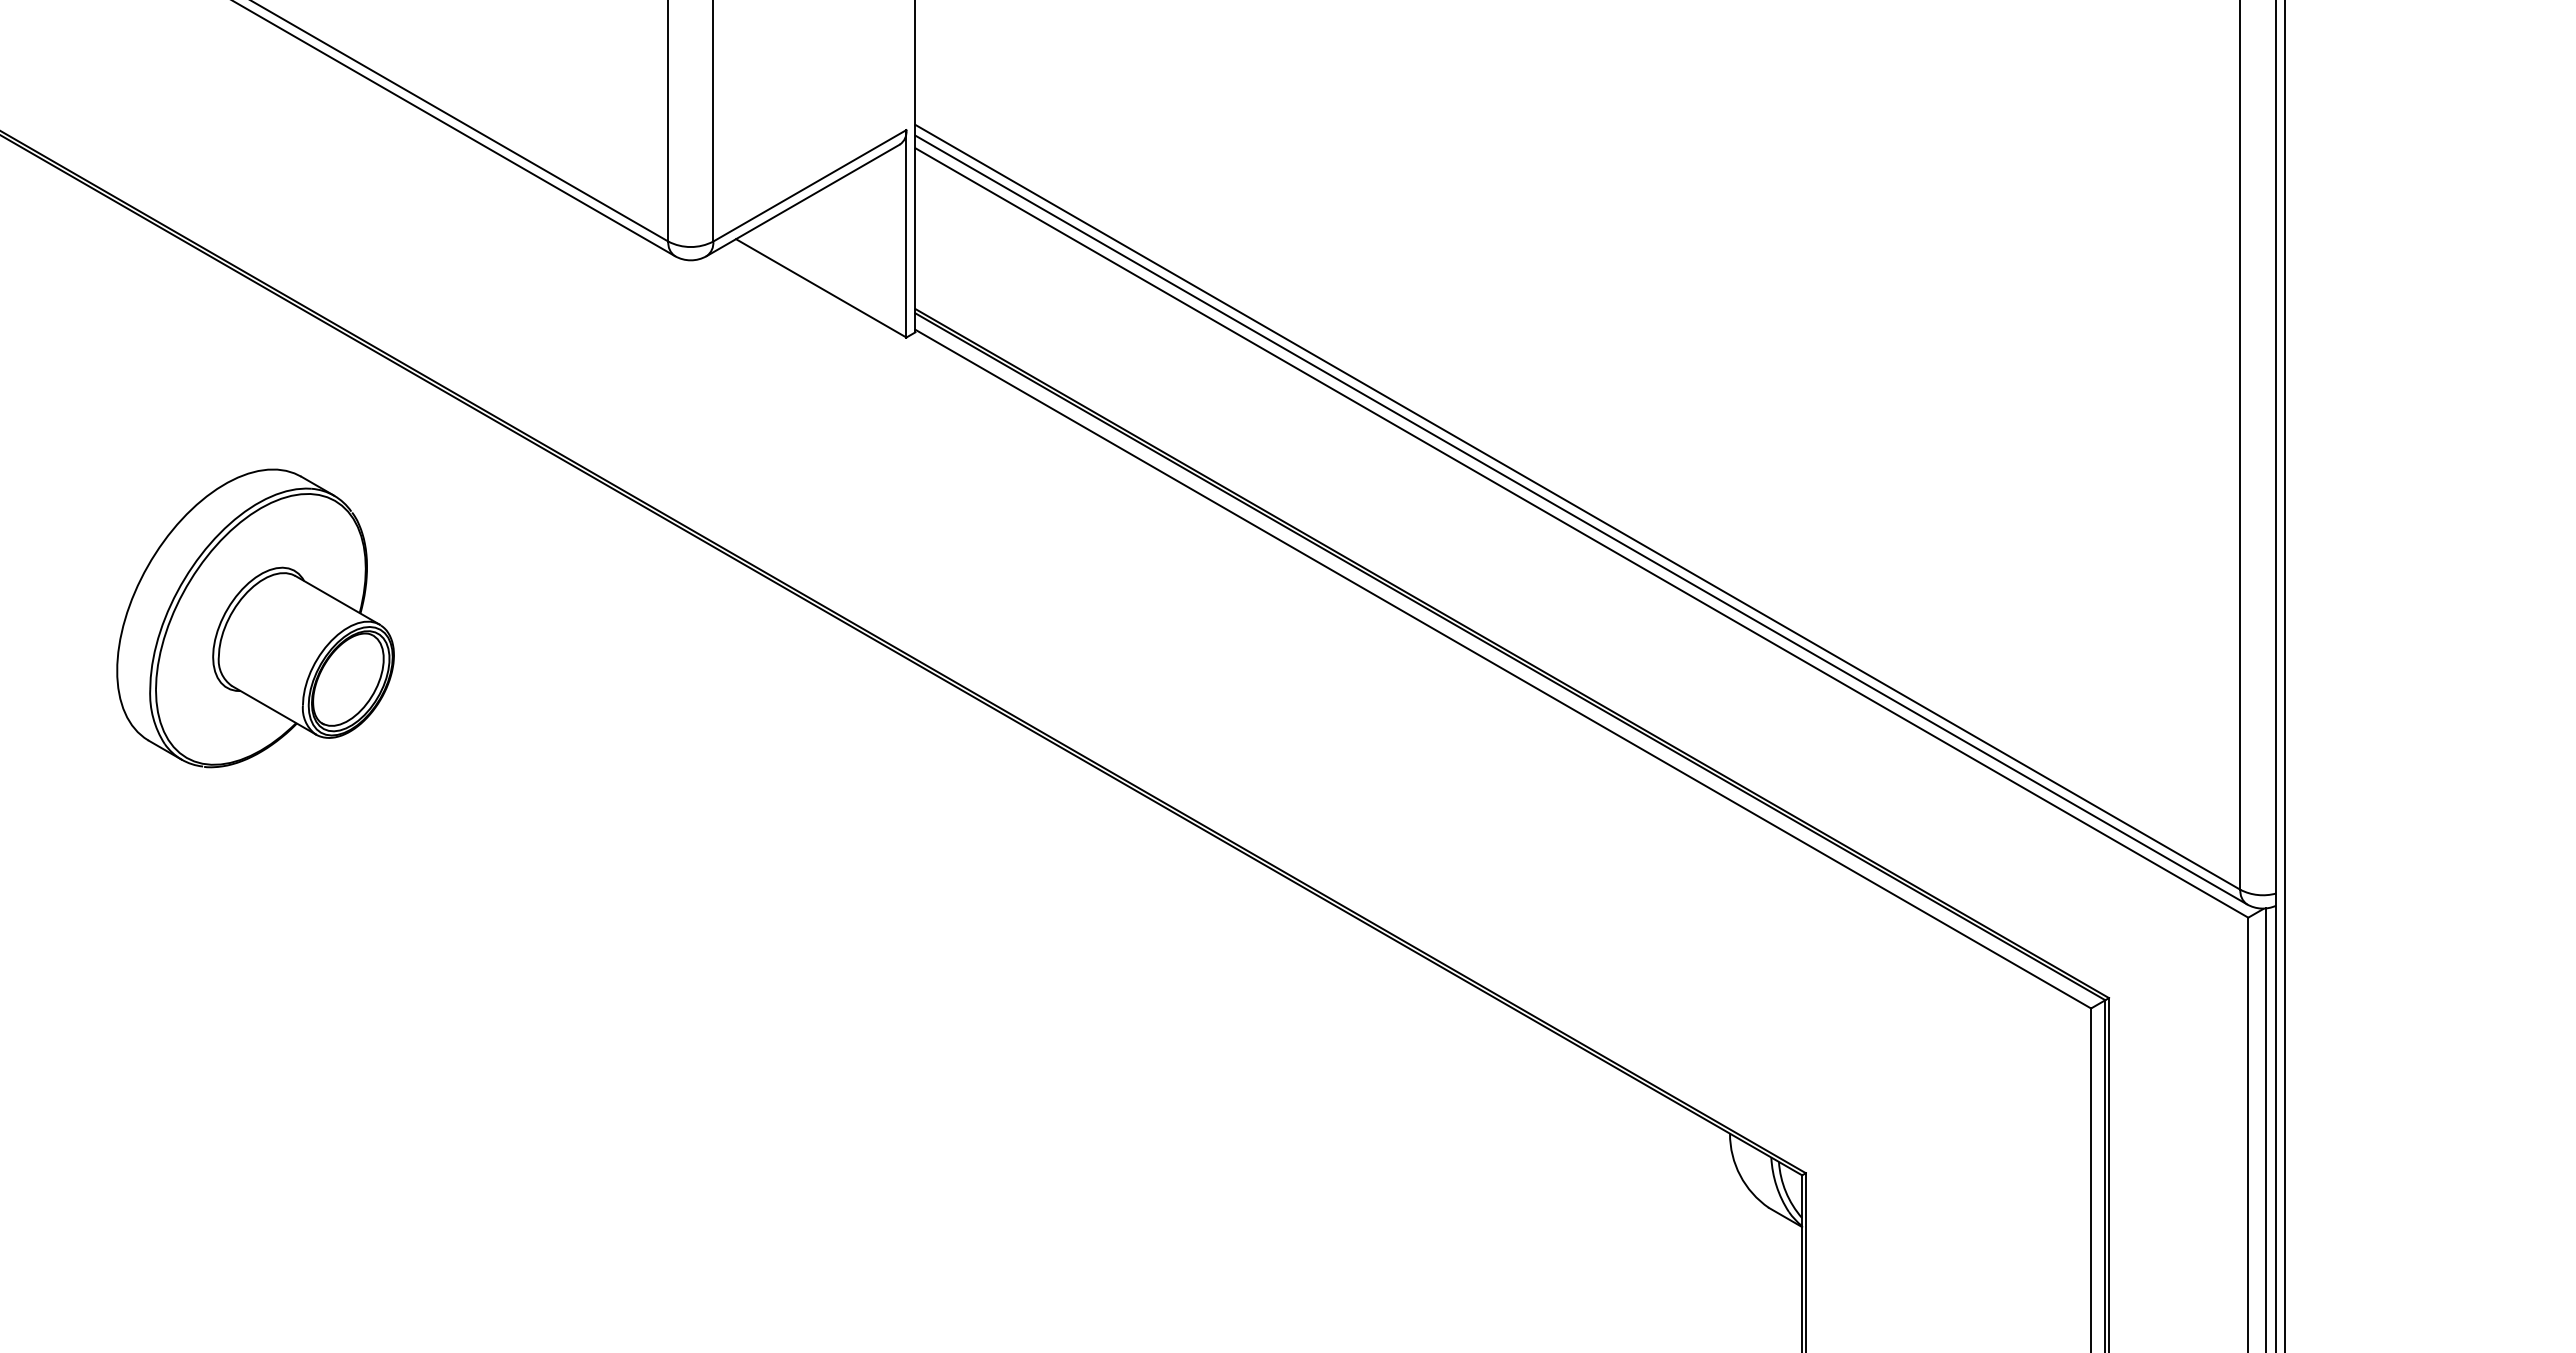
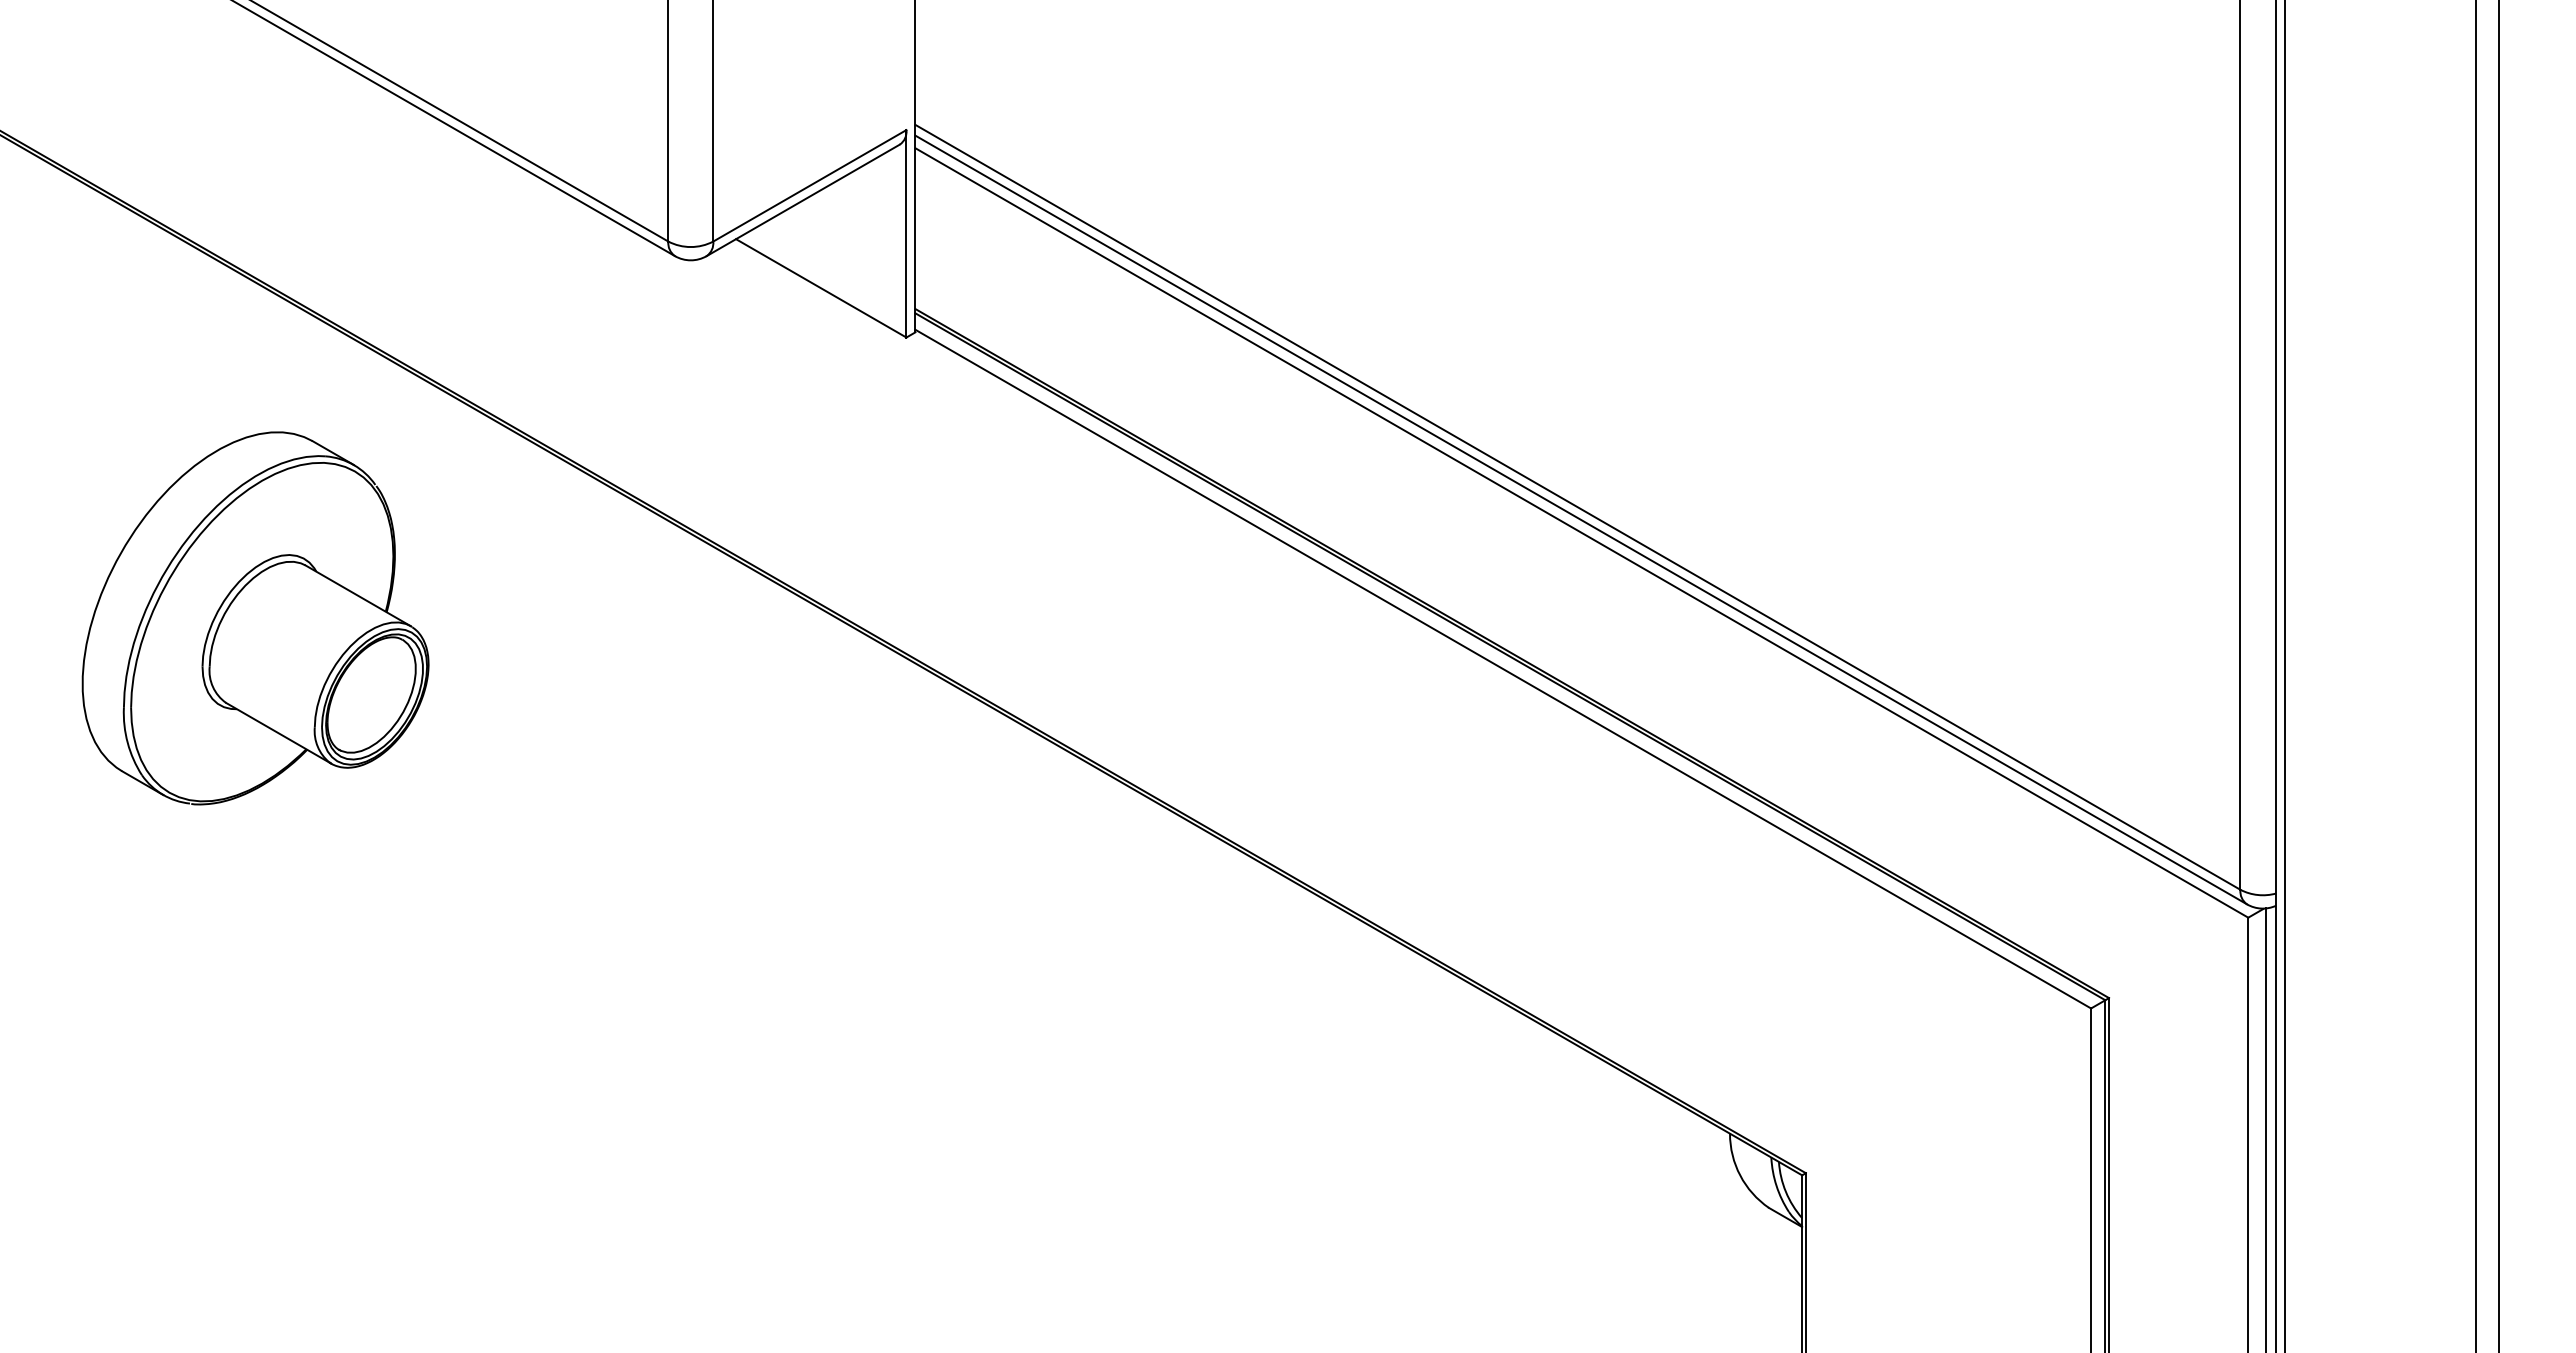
part at (255, 618) size: 279x301 px -> 349x375 px
line at (2476, 675): none -> present
line at (2498, 675): none -> present
